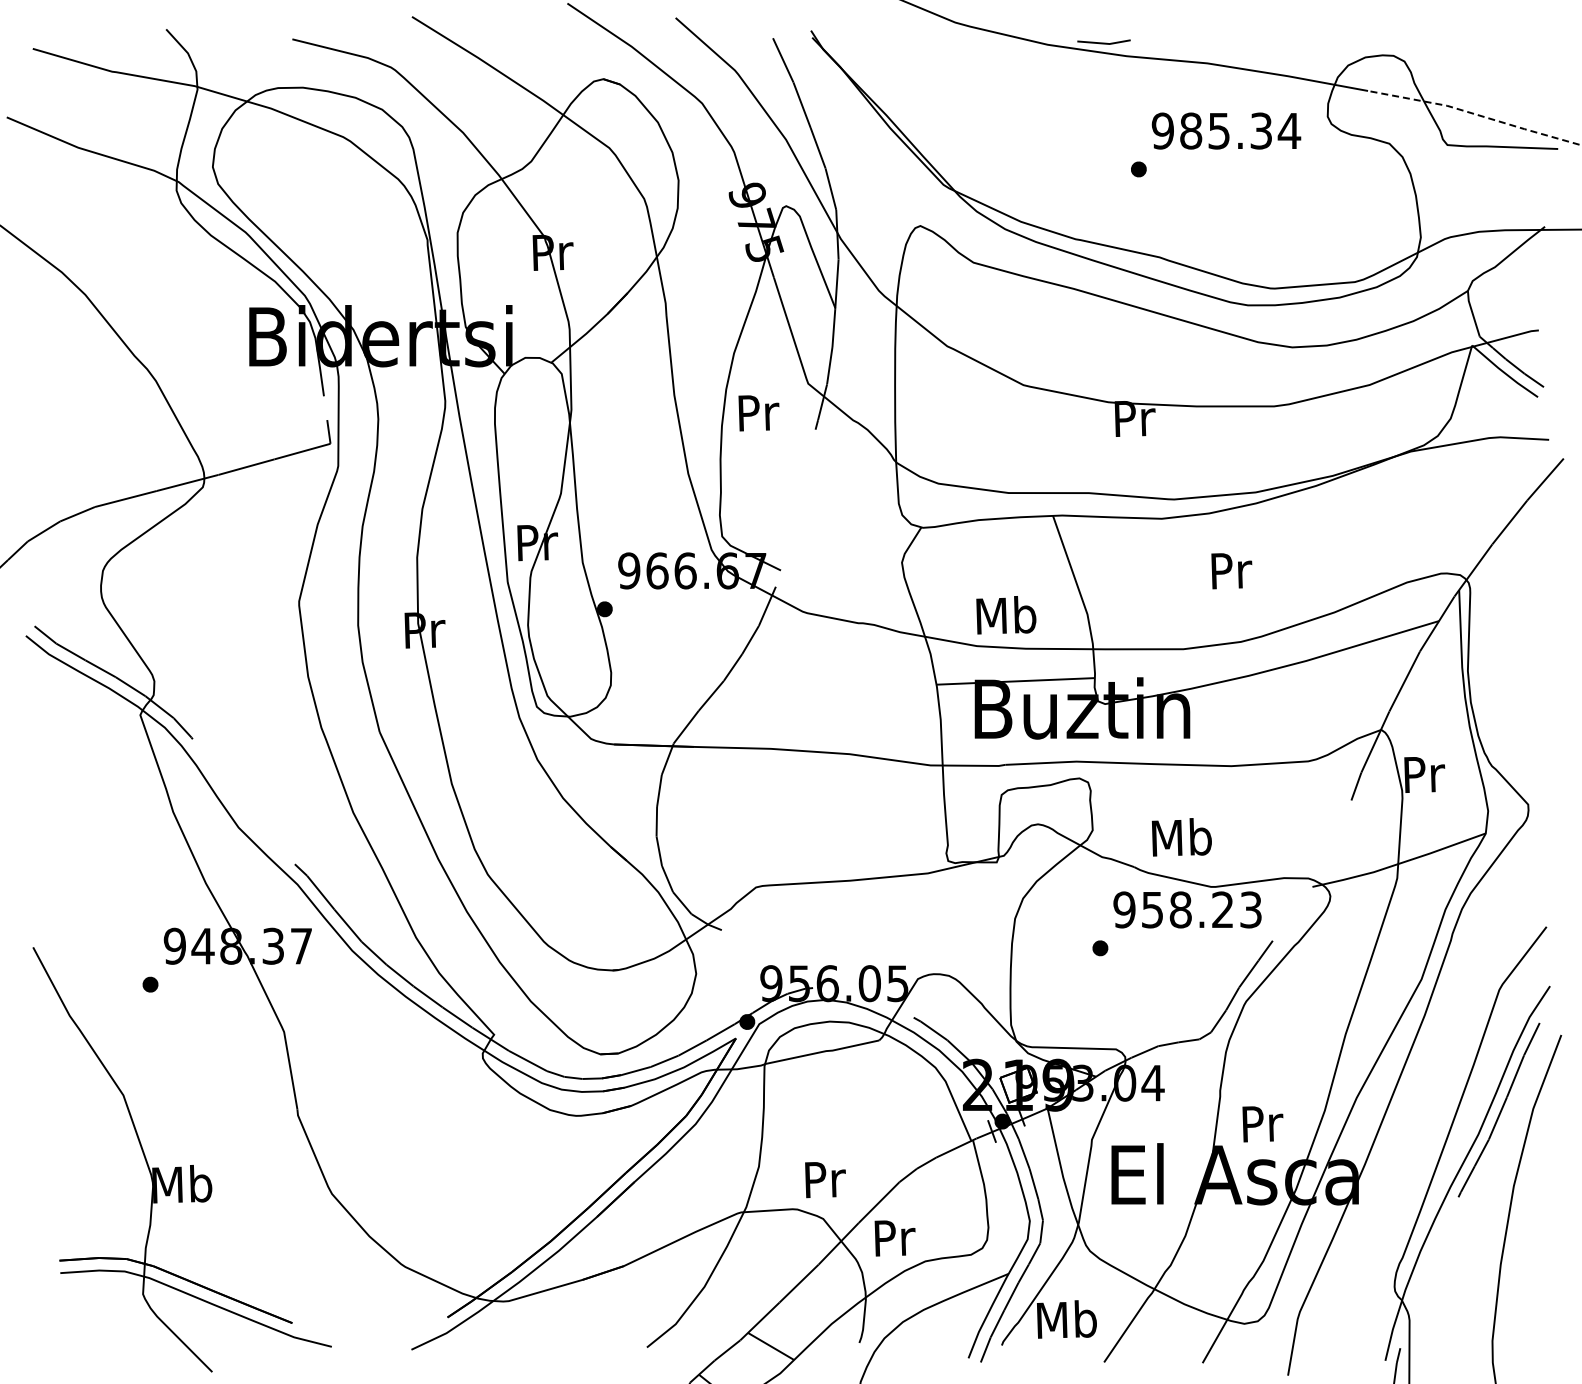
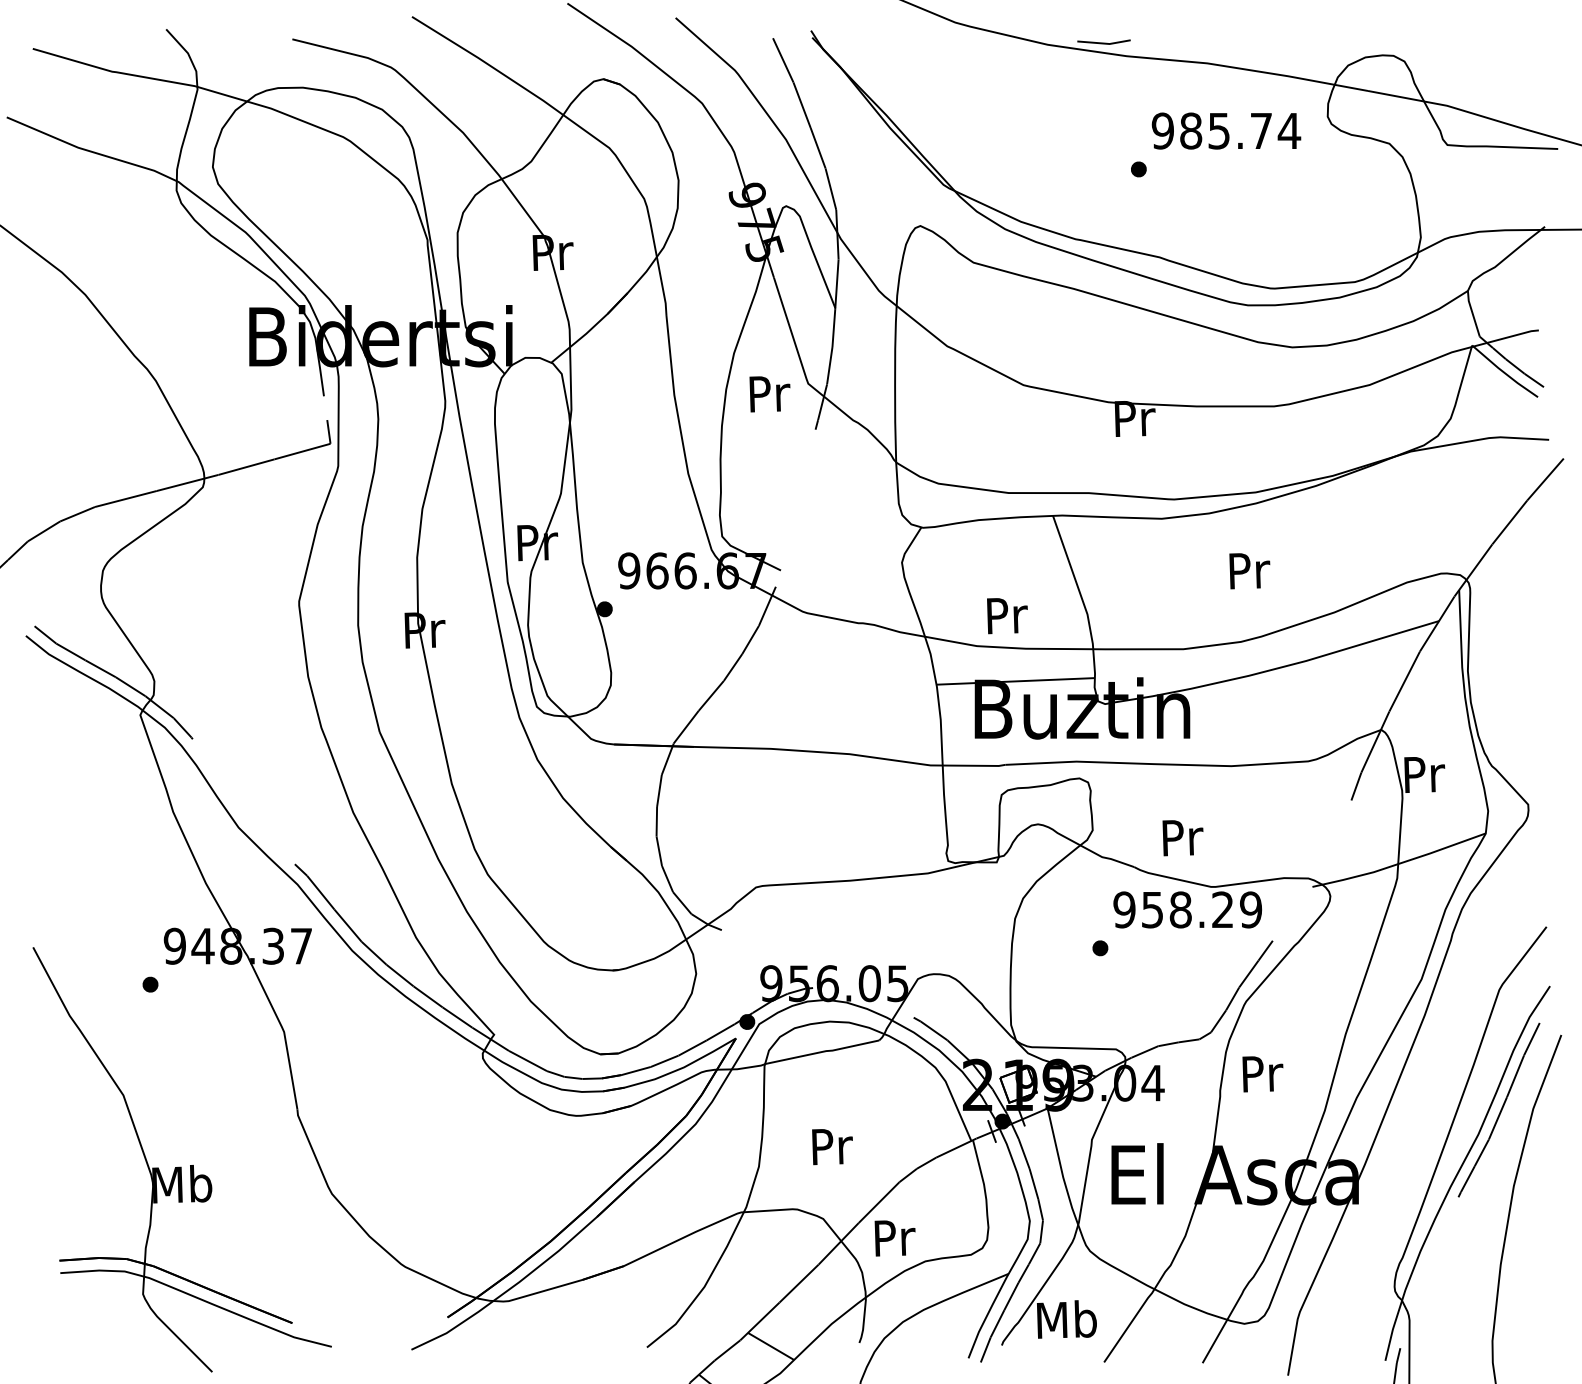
line at (1475, 114): dashed -> solid
text at (1260, 130): 985.34 -> 985.74
text at (758, 413) position: (758, 413) -> (769, 394)
text at (1231, 571) position: (1231, 571) -> (1249, 571)
text at (1006, 615): Mb -> Pr
text at (1181, 837): Mb -> Pr
text at (1251, 909): 958.23 -> 958.29
text at (1262, 1124) position: (1262, 1124) -> (1262, 1074)
text at (825, 1180) position: (825, 1180) -> (832, 1147)
